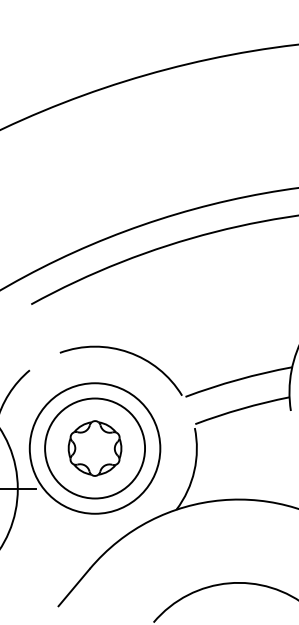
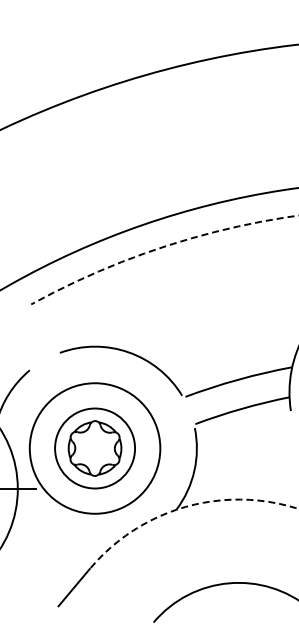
arc at (162, 247): solid -> dashed
circle at (95, 448) diameter: 100 px -> 80 px
arc at (186, 506): solid -> dashed
